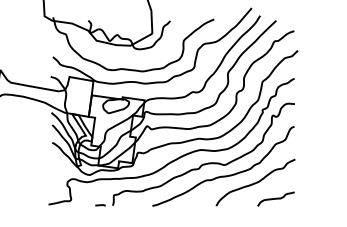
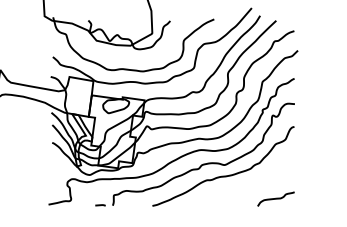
curve at (255, 182): present -> none
